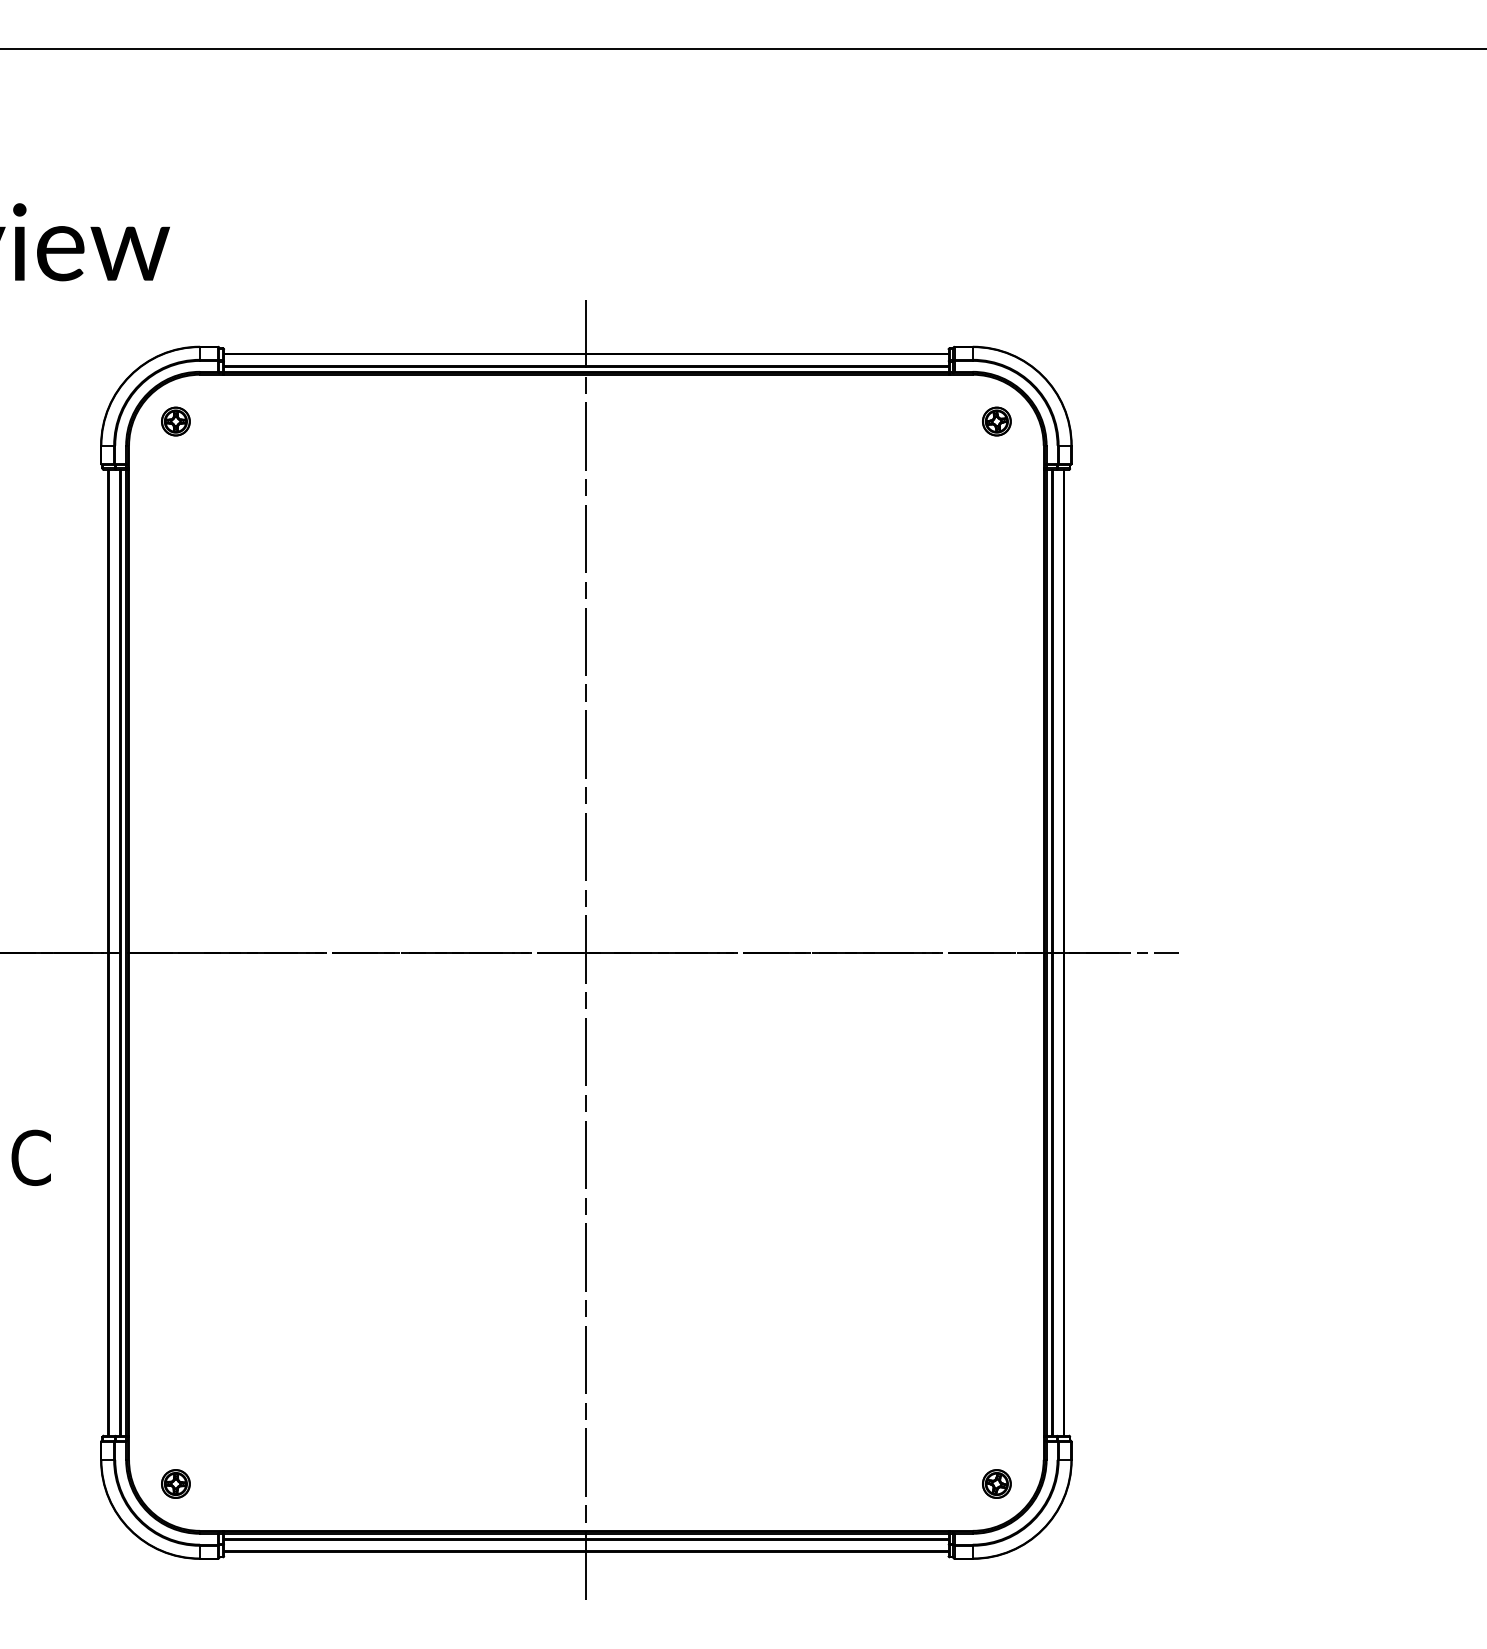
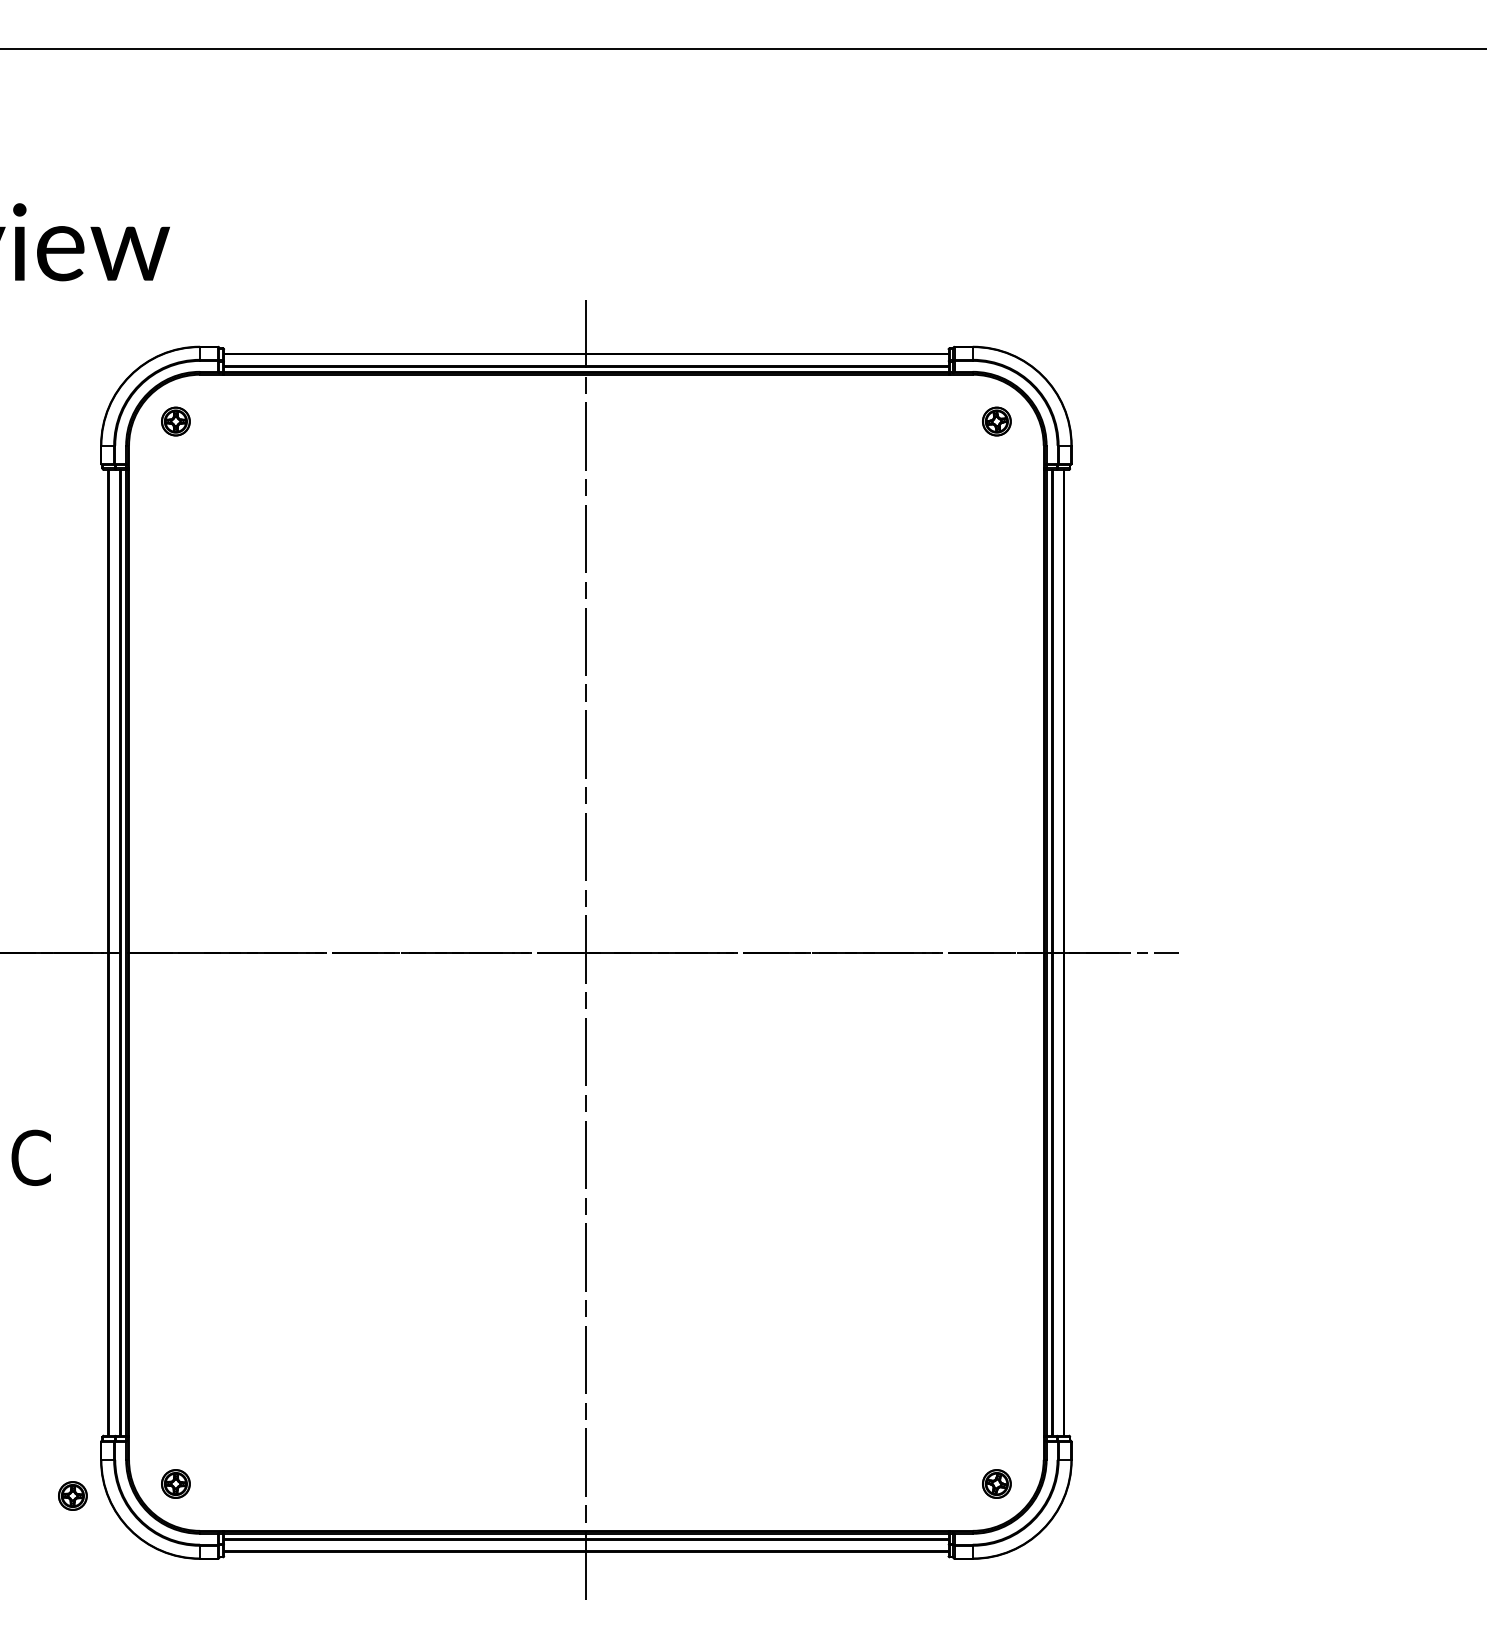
part at (72, 1495): none -> present
